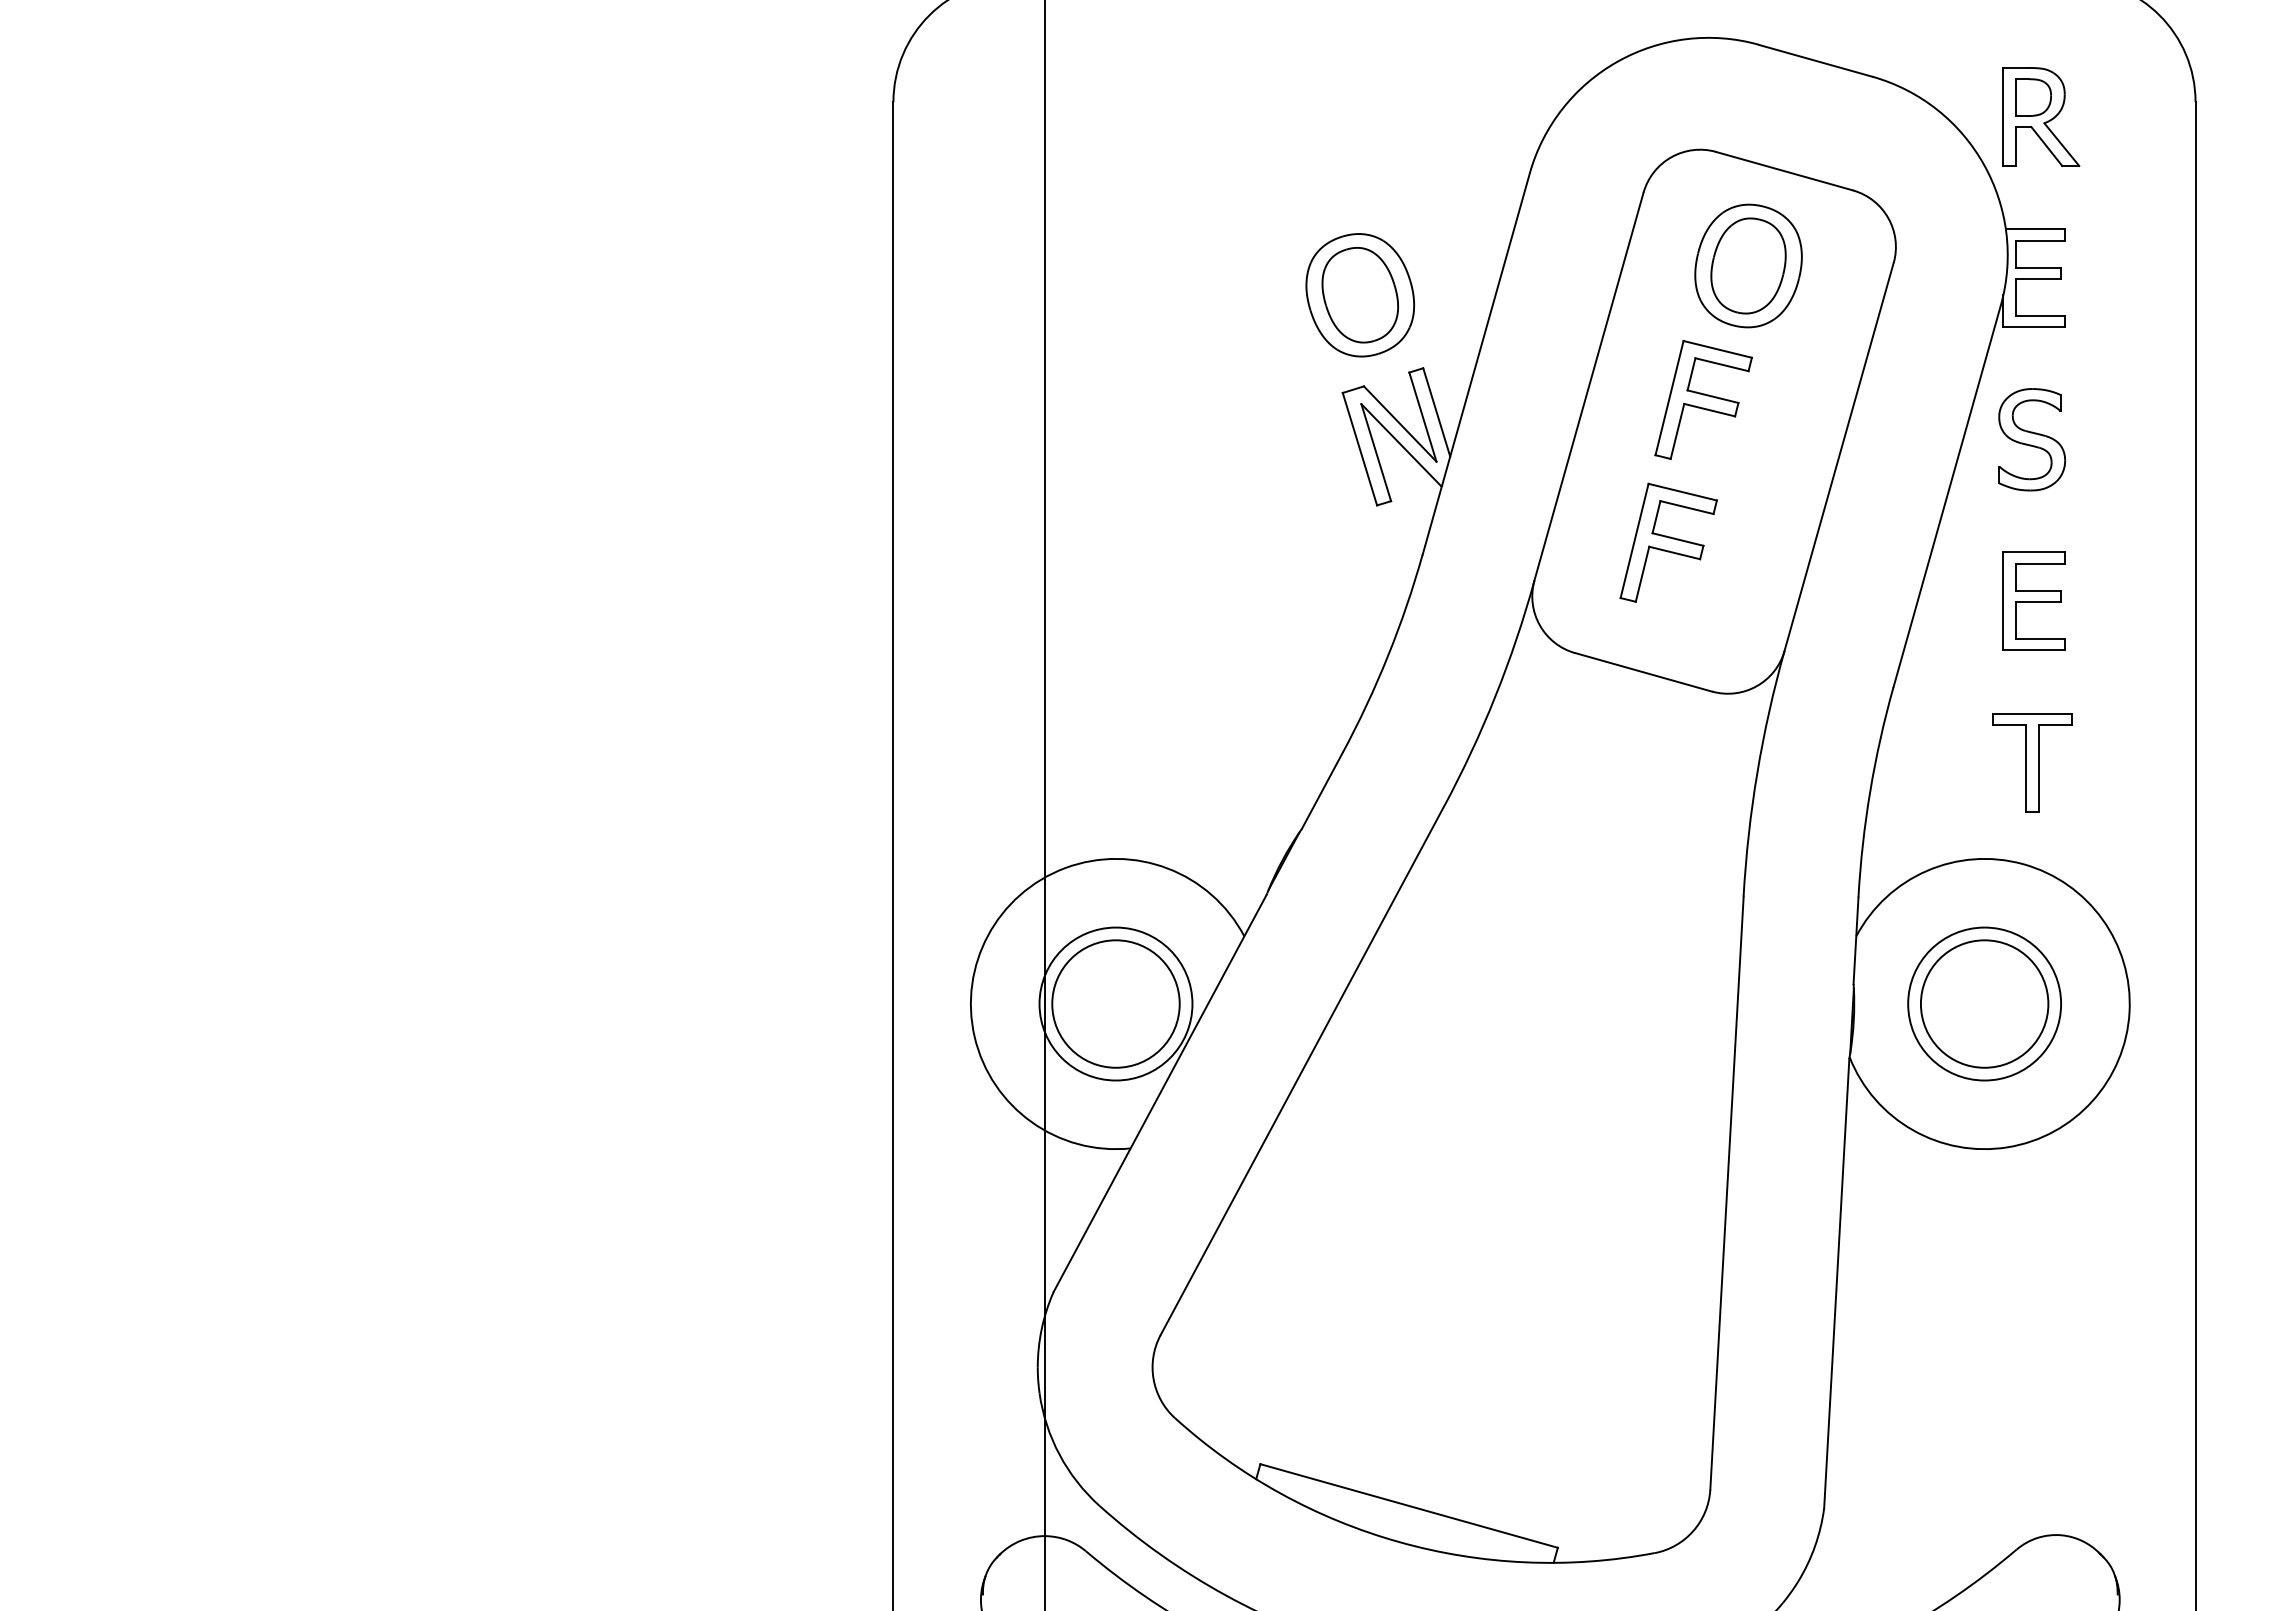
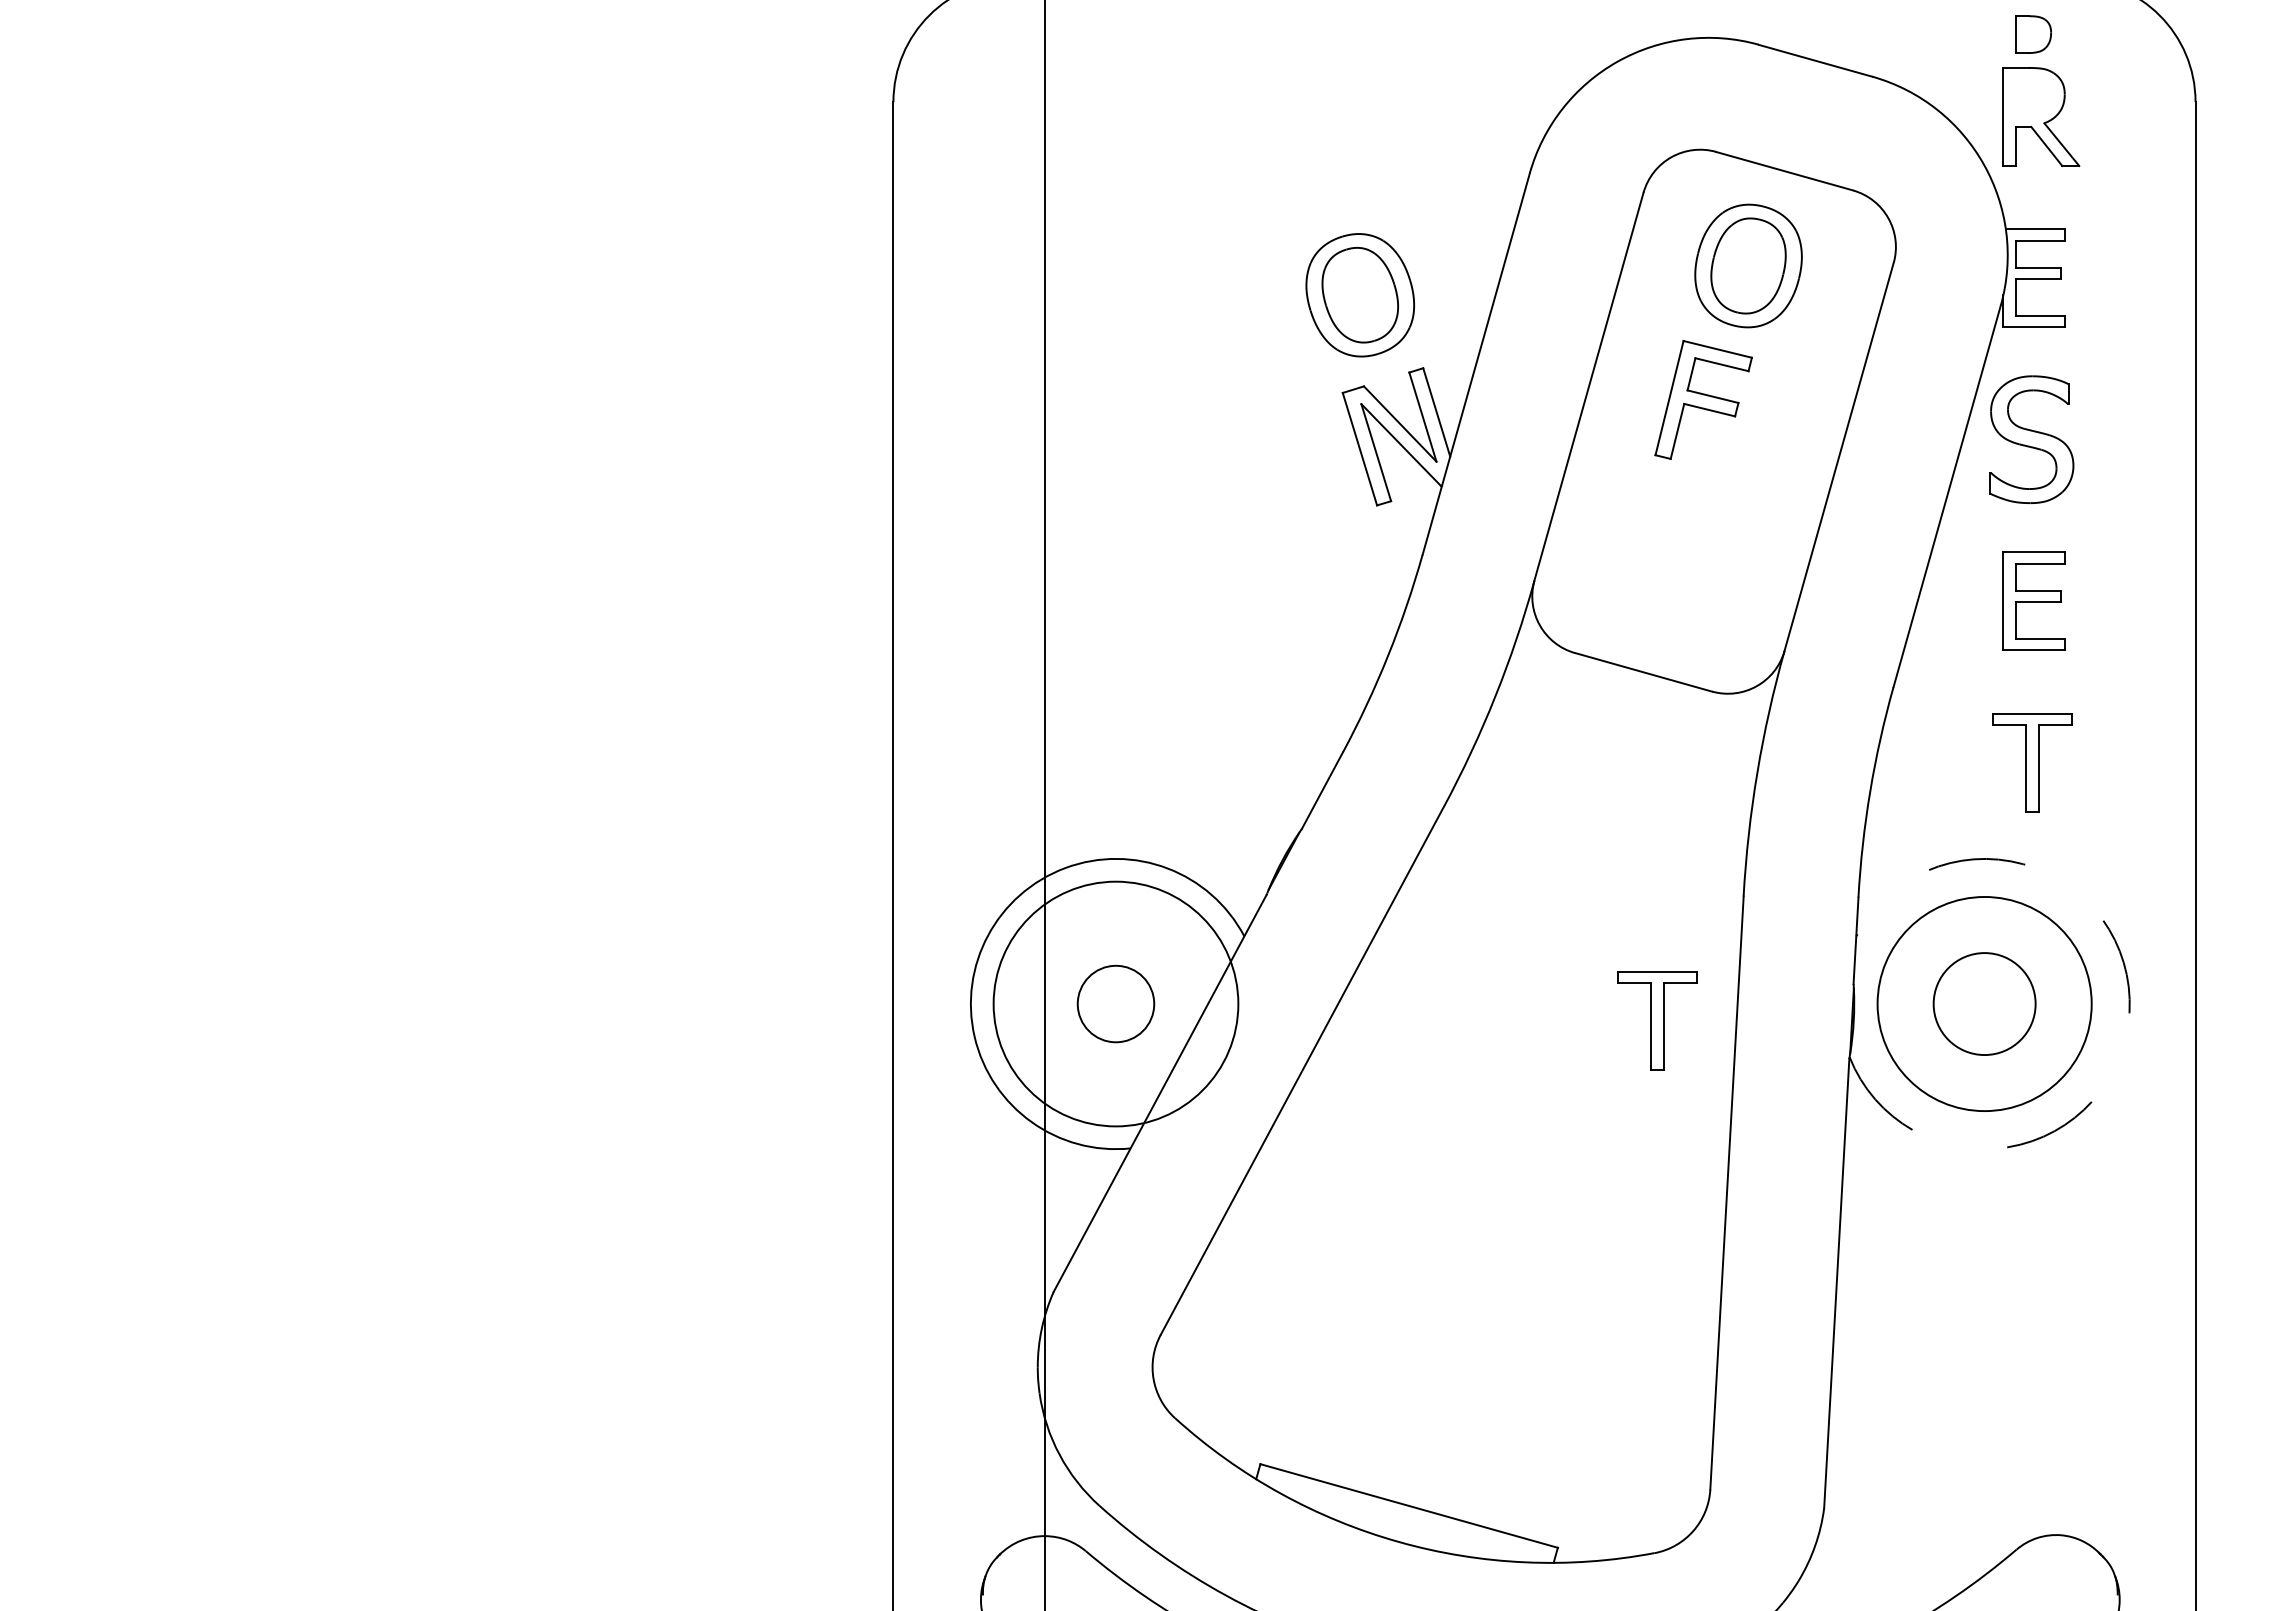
part at (2033, 97) position: (2033, 97) -> (2033, 34)
part at (2031, 439) size: 68x104 px -> 86x129 px
part at (1668, 542): present -> none
circle at (1115, 1003) diameter: 127 px -> 76 px
circle at (1115, 1003) diameter: 153 px -> 245 px
circle at (1984, 1003) diameter: 127 px -> 102 px
circle at (1984, 1003) diameter: 153 px -> 214 px
arc at (2129, 1012): solid -> dashed
part at (1657, 1020): none -> present
